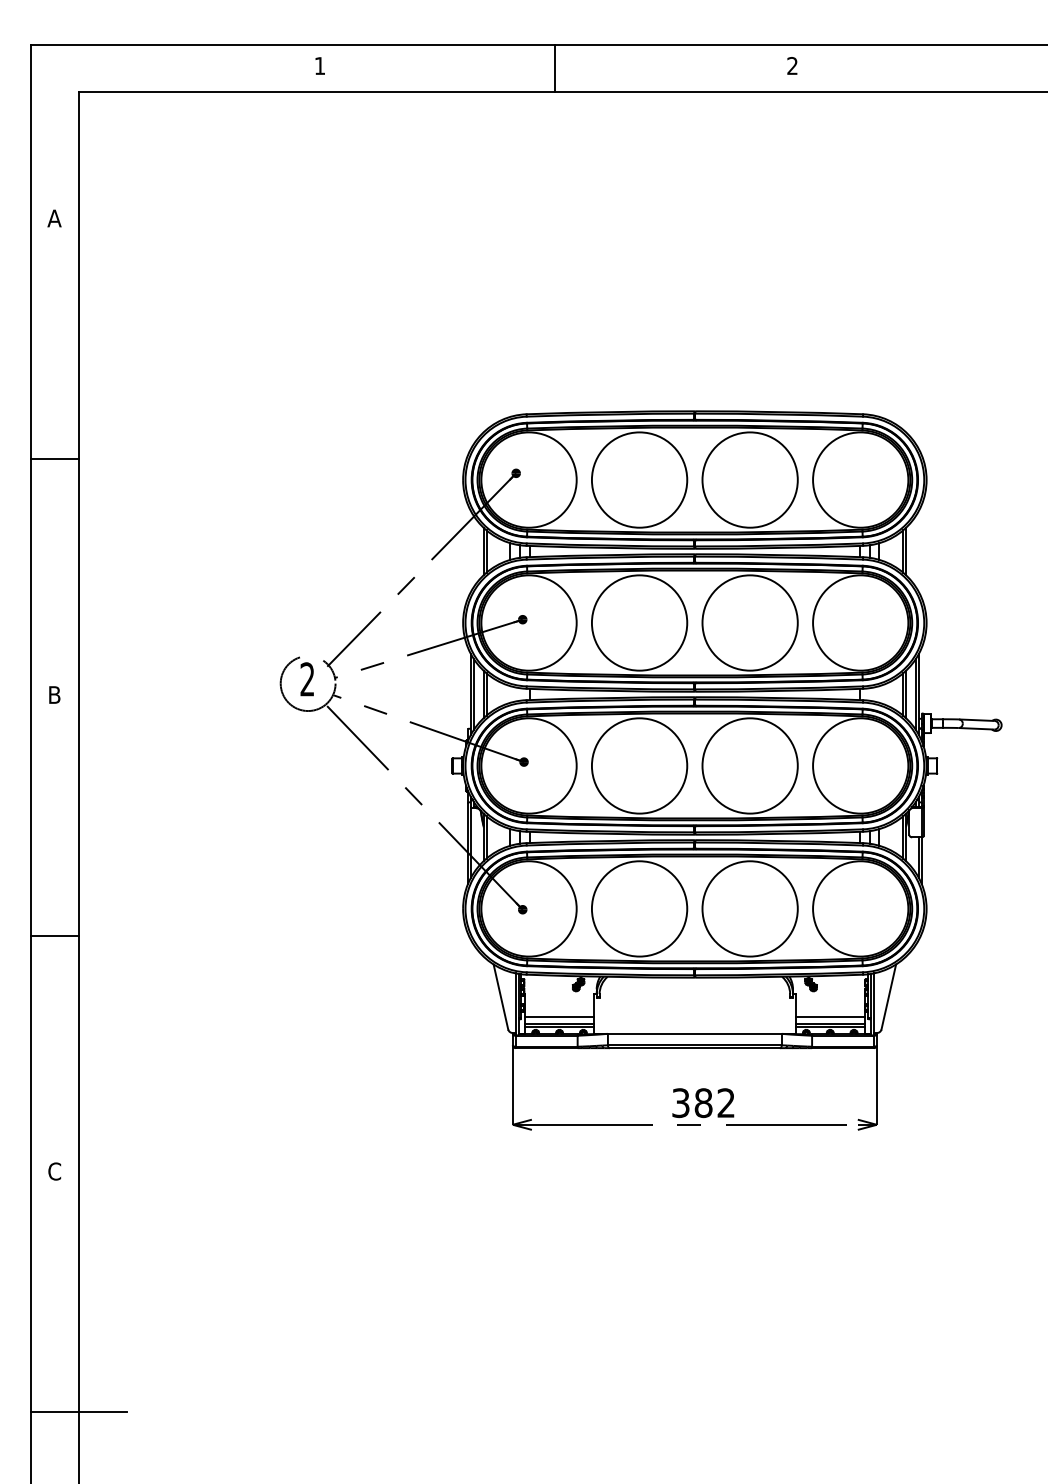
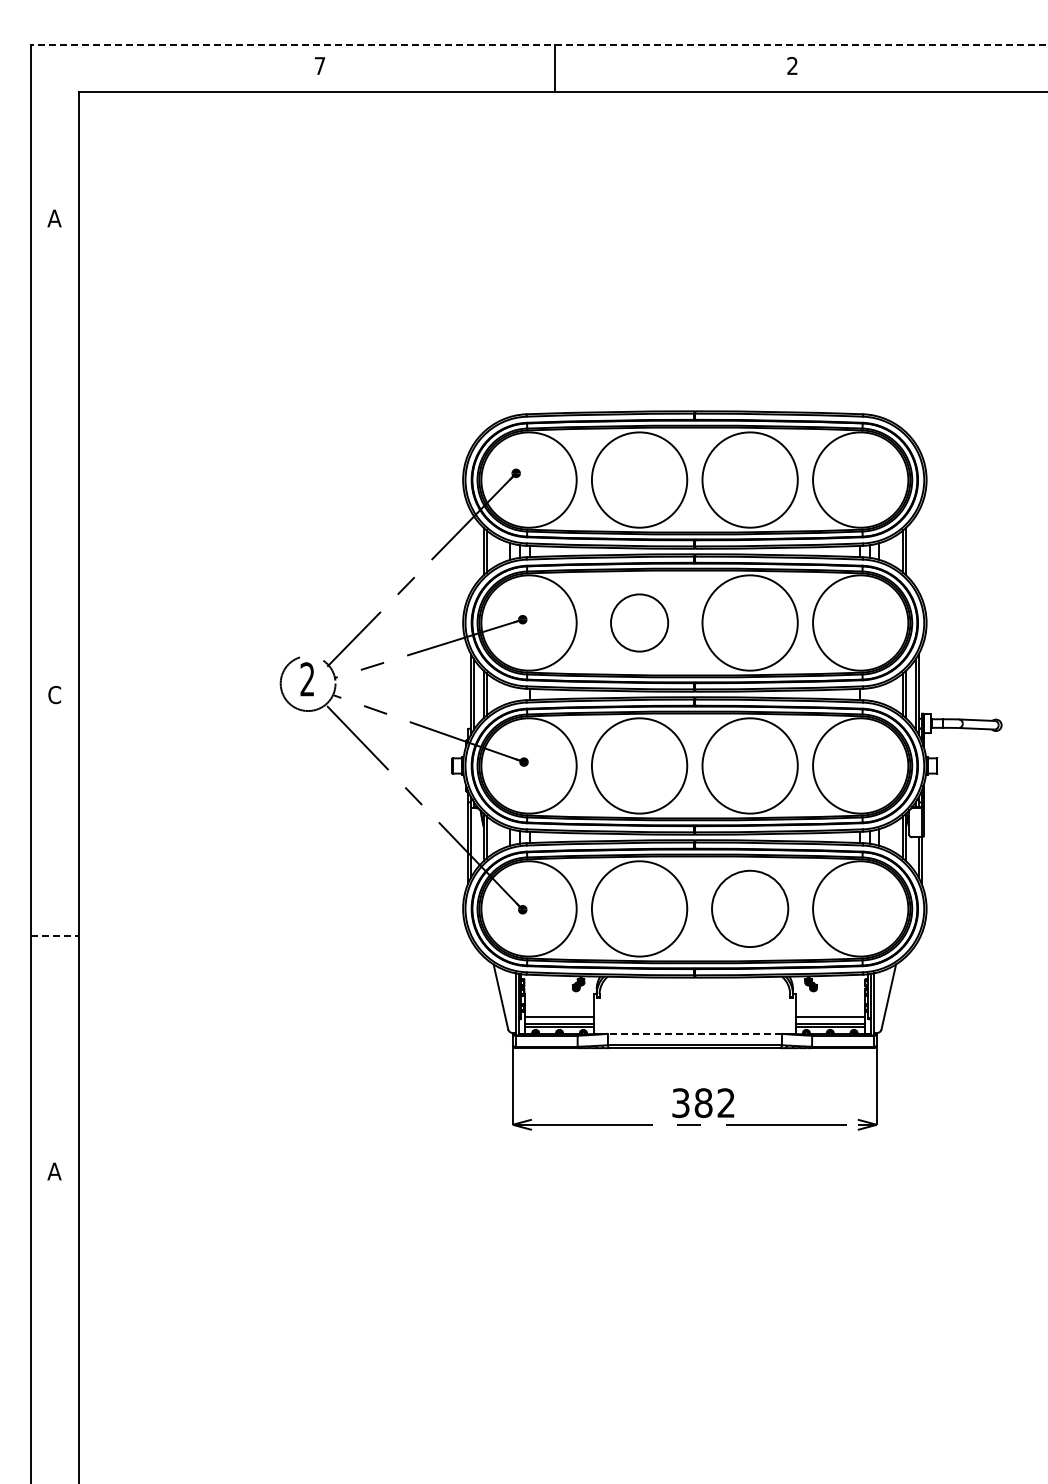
line at (539, 44): solid -> dashed
text at (320, 65): 1 -> 7
line at (54, 459): present -> none
circle at (639, 622) diameter: 95 px -> 57 px
text at (54, 695): B -> C
circle at (749, 908) diameter: 95 px -> 76 px
line at (55, 935): solid -> dashed
line at (694, 1033): solid -> dashed
text at (54, 1171): C -> A
line at (78, 1412): present -> none
